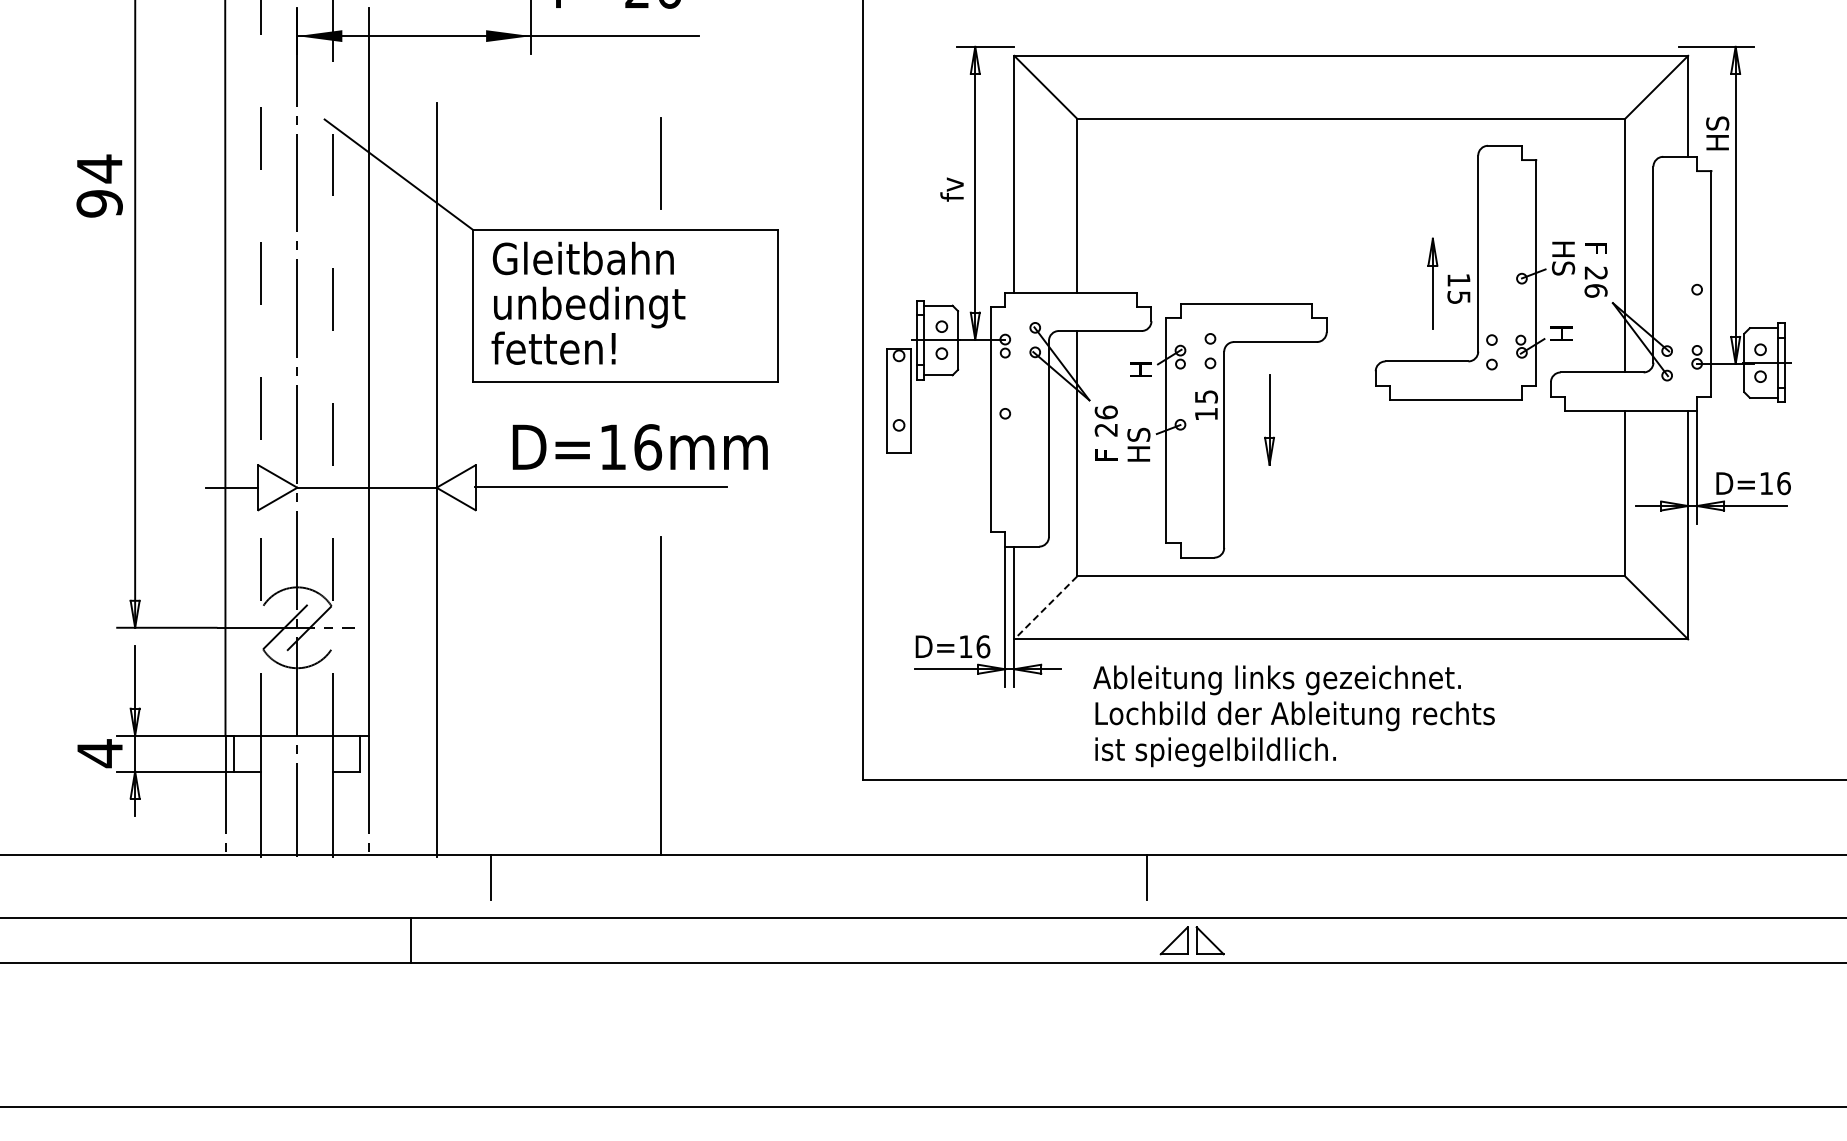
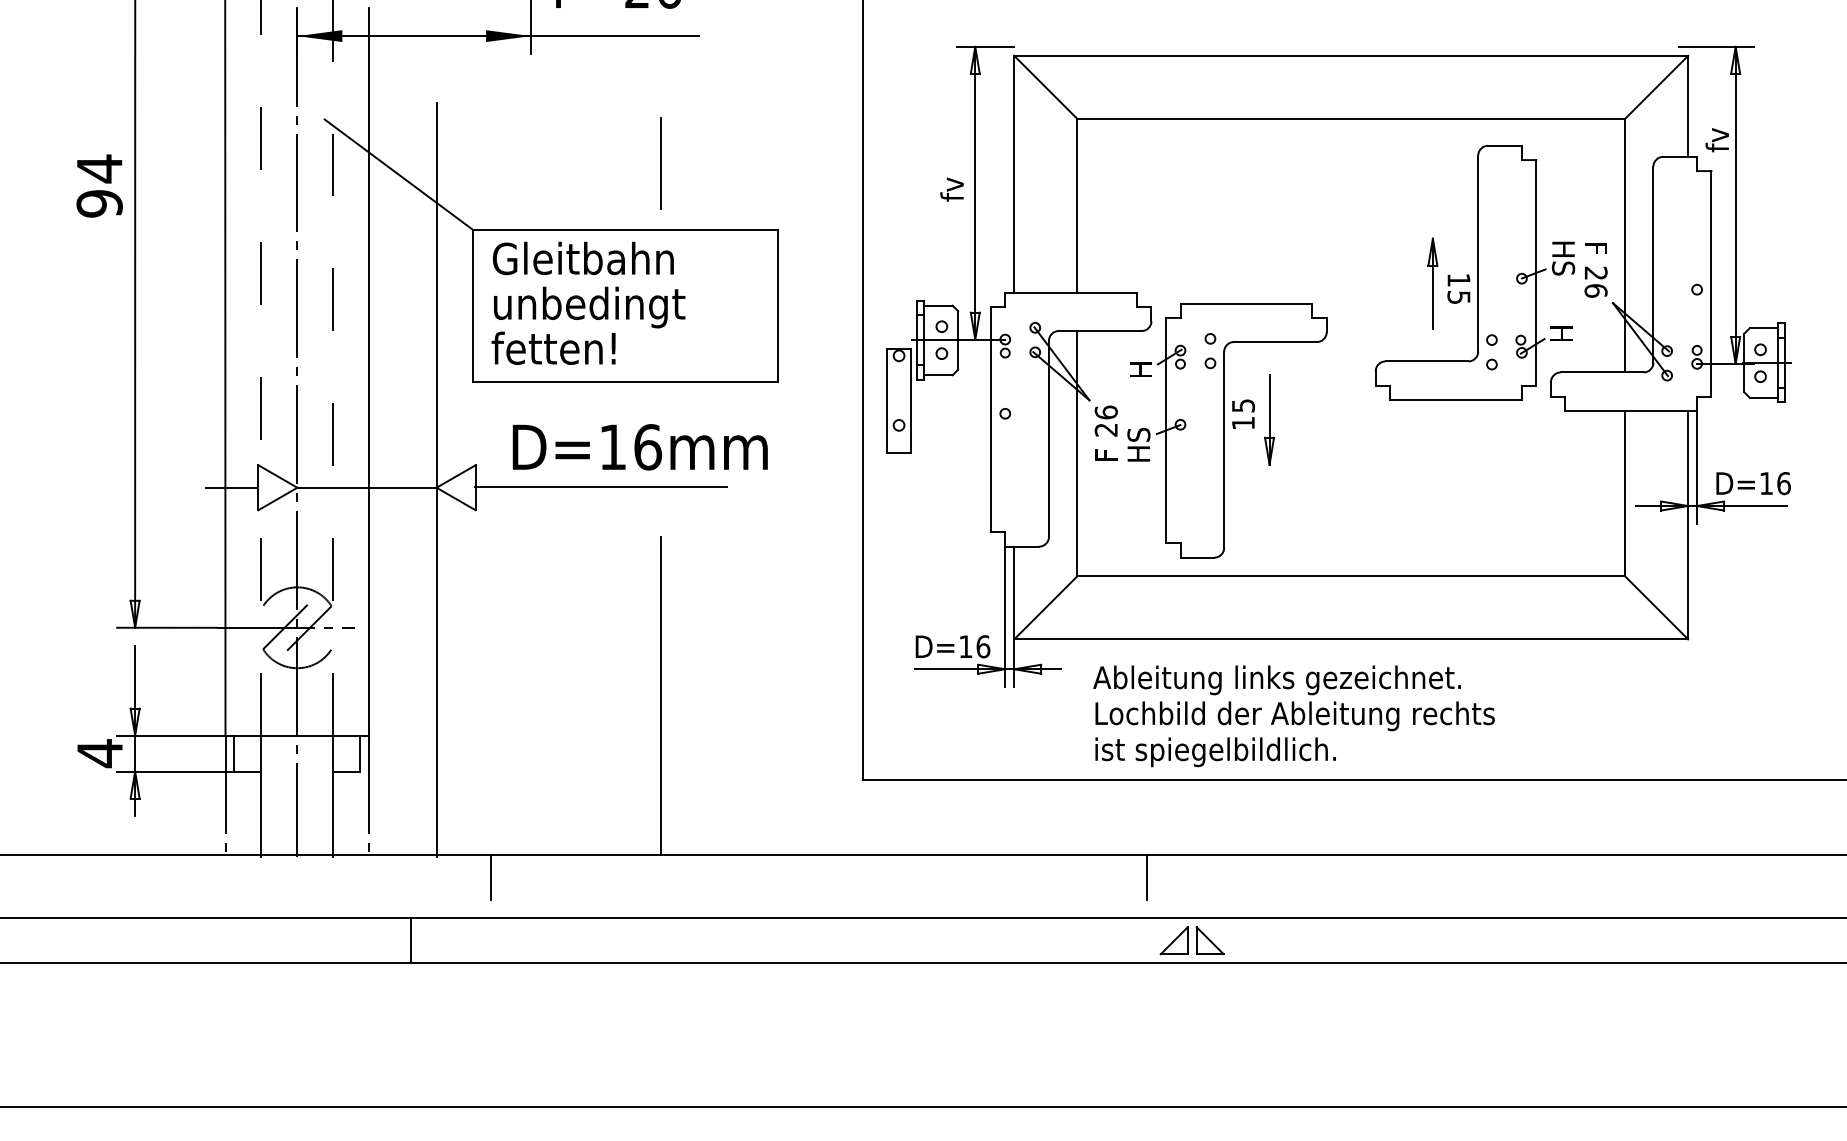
text at (1717, 134): HS -> fv
text at (1206, 404) position: (1206, 404) -> (1243, 413)
line at (1045, 608): dashed -> solid
